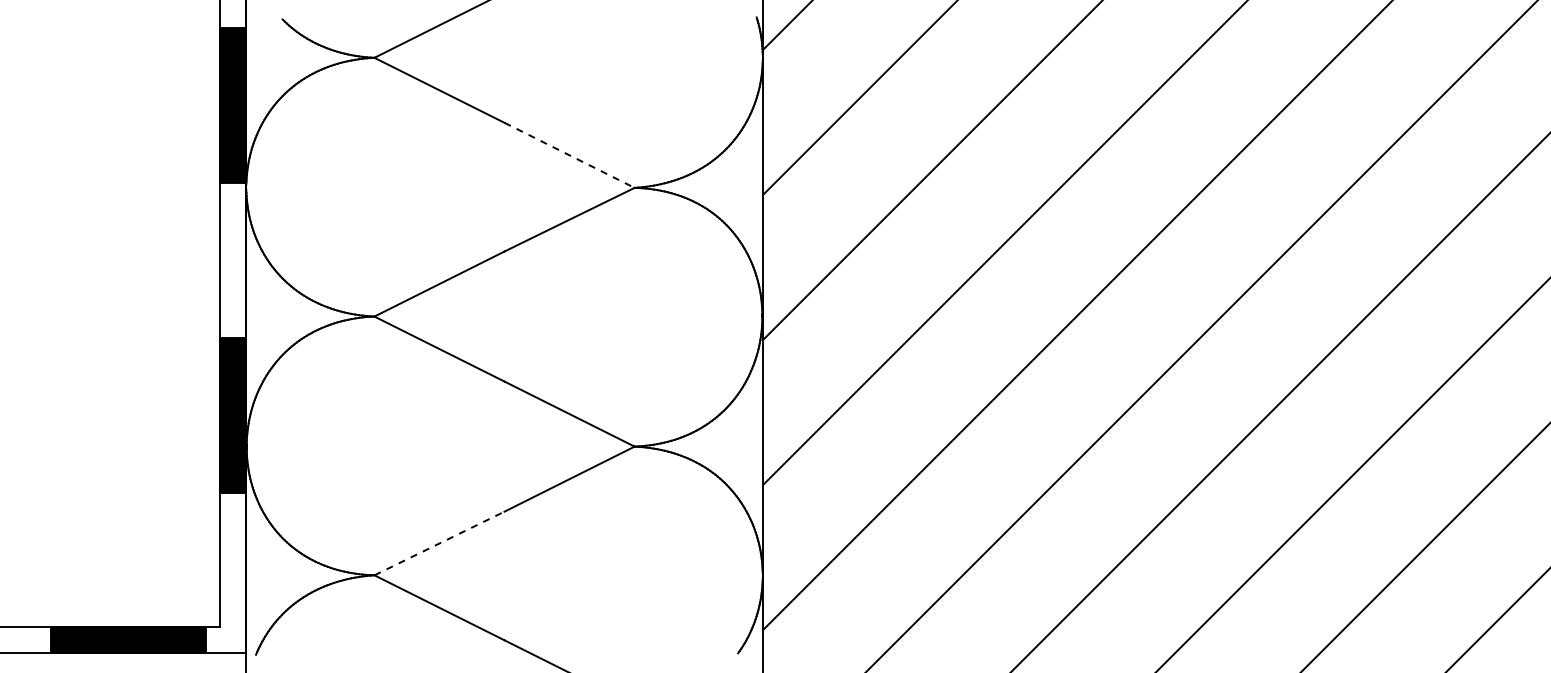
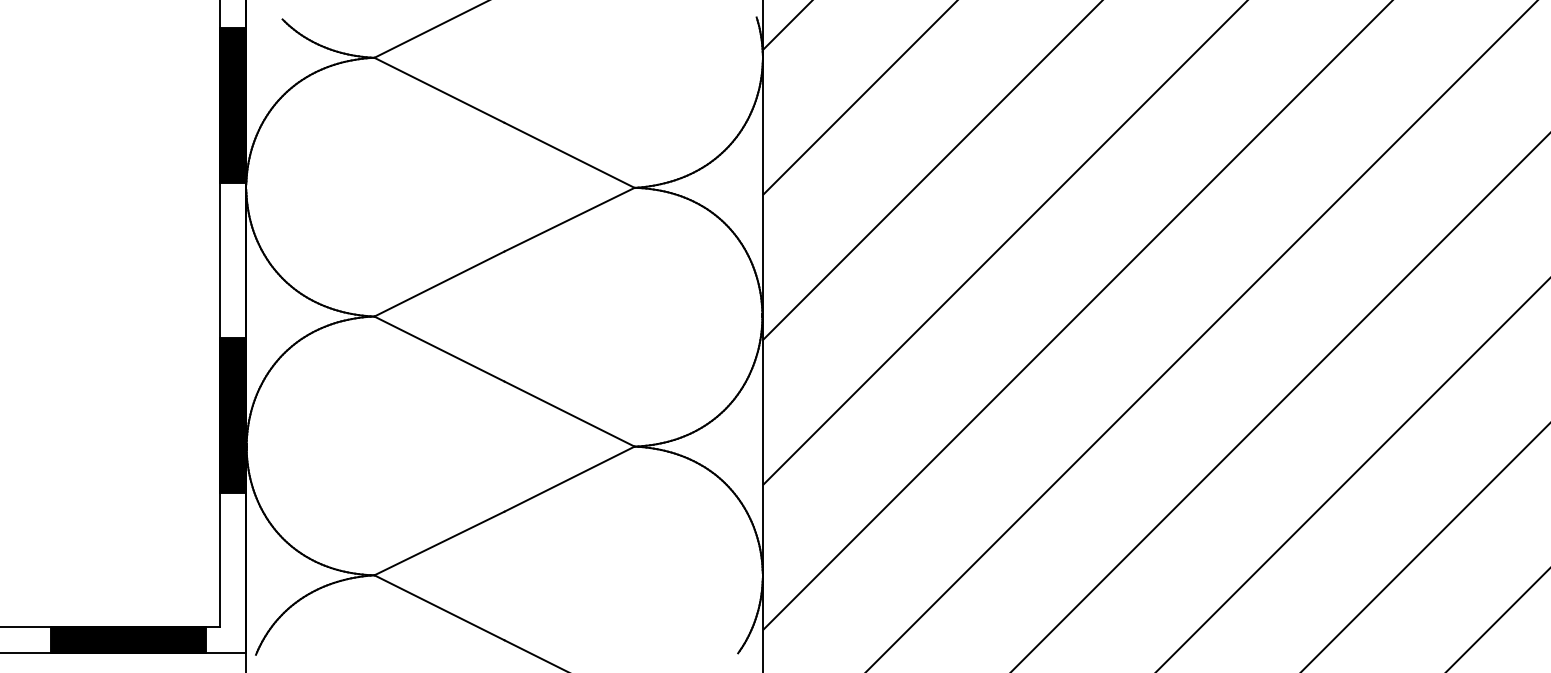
line at (569, 155): dashed -> solid
line at (439, 543): dashed -> solid
